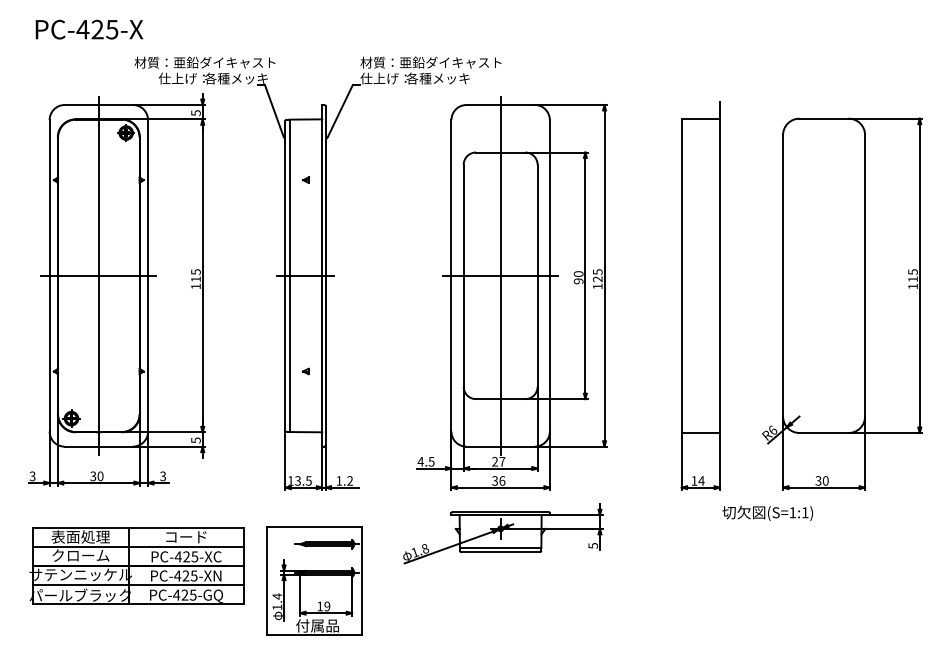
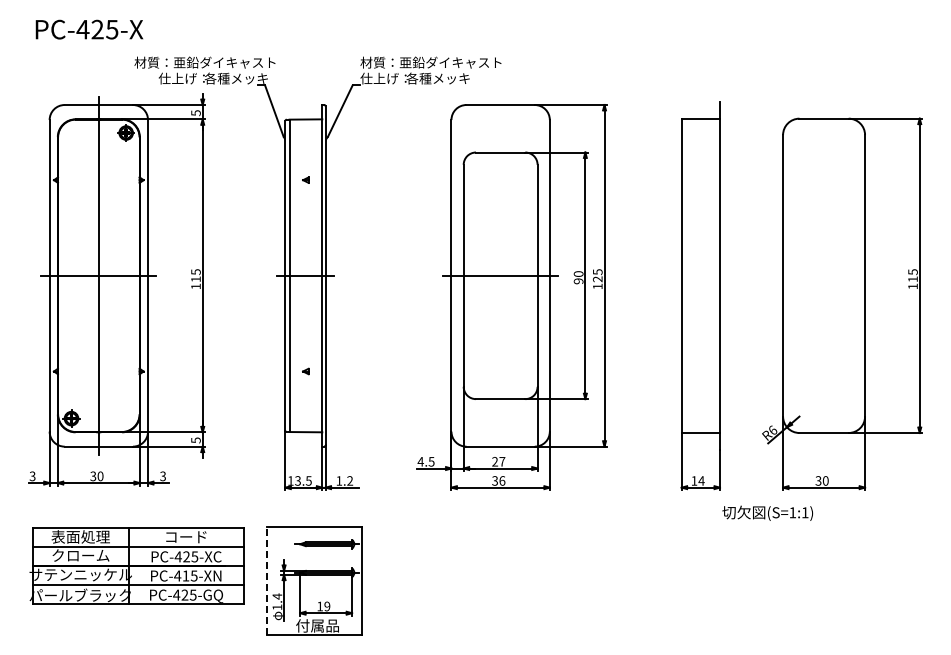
line at (500, 275): present -> none
part at (503, 533): present -> none
text at (185, 575): PC-425-XN -> PC-415-XN
line at (266, 581): solid -> dashed
